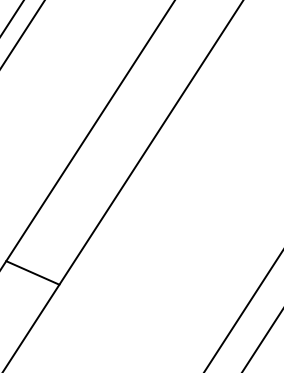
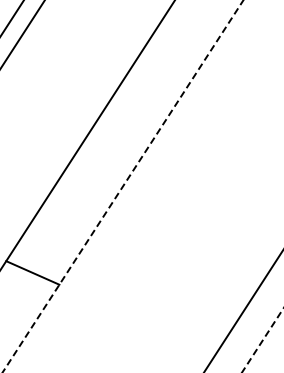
line at (122, 186): solid -> dashed
line at (262, 340): solid -> dashed
